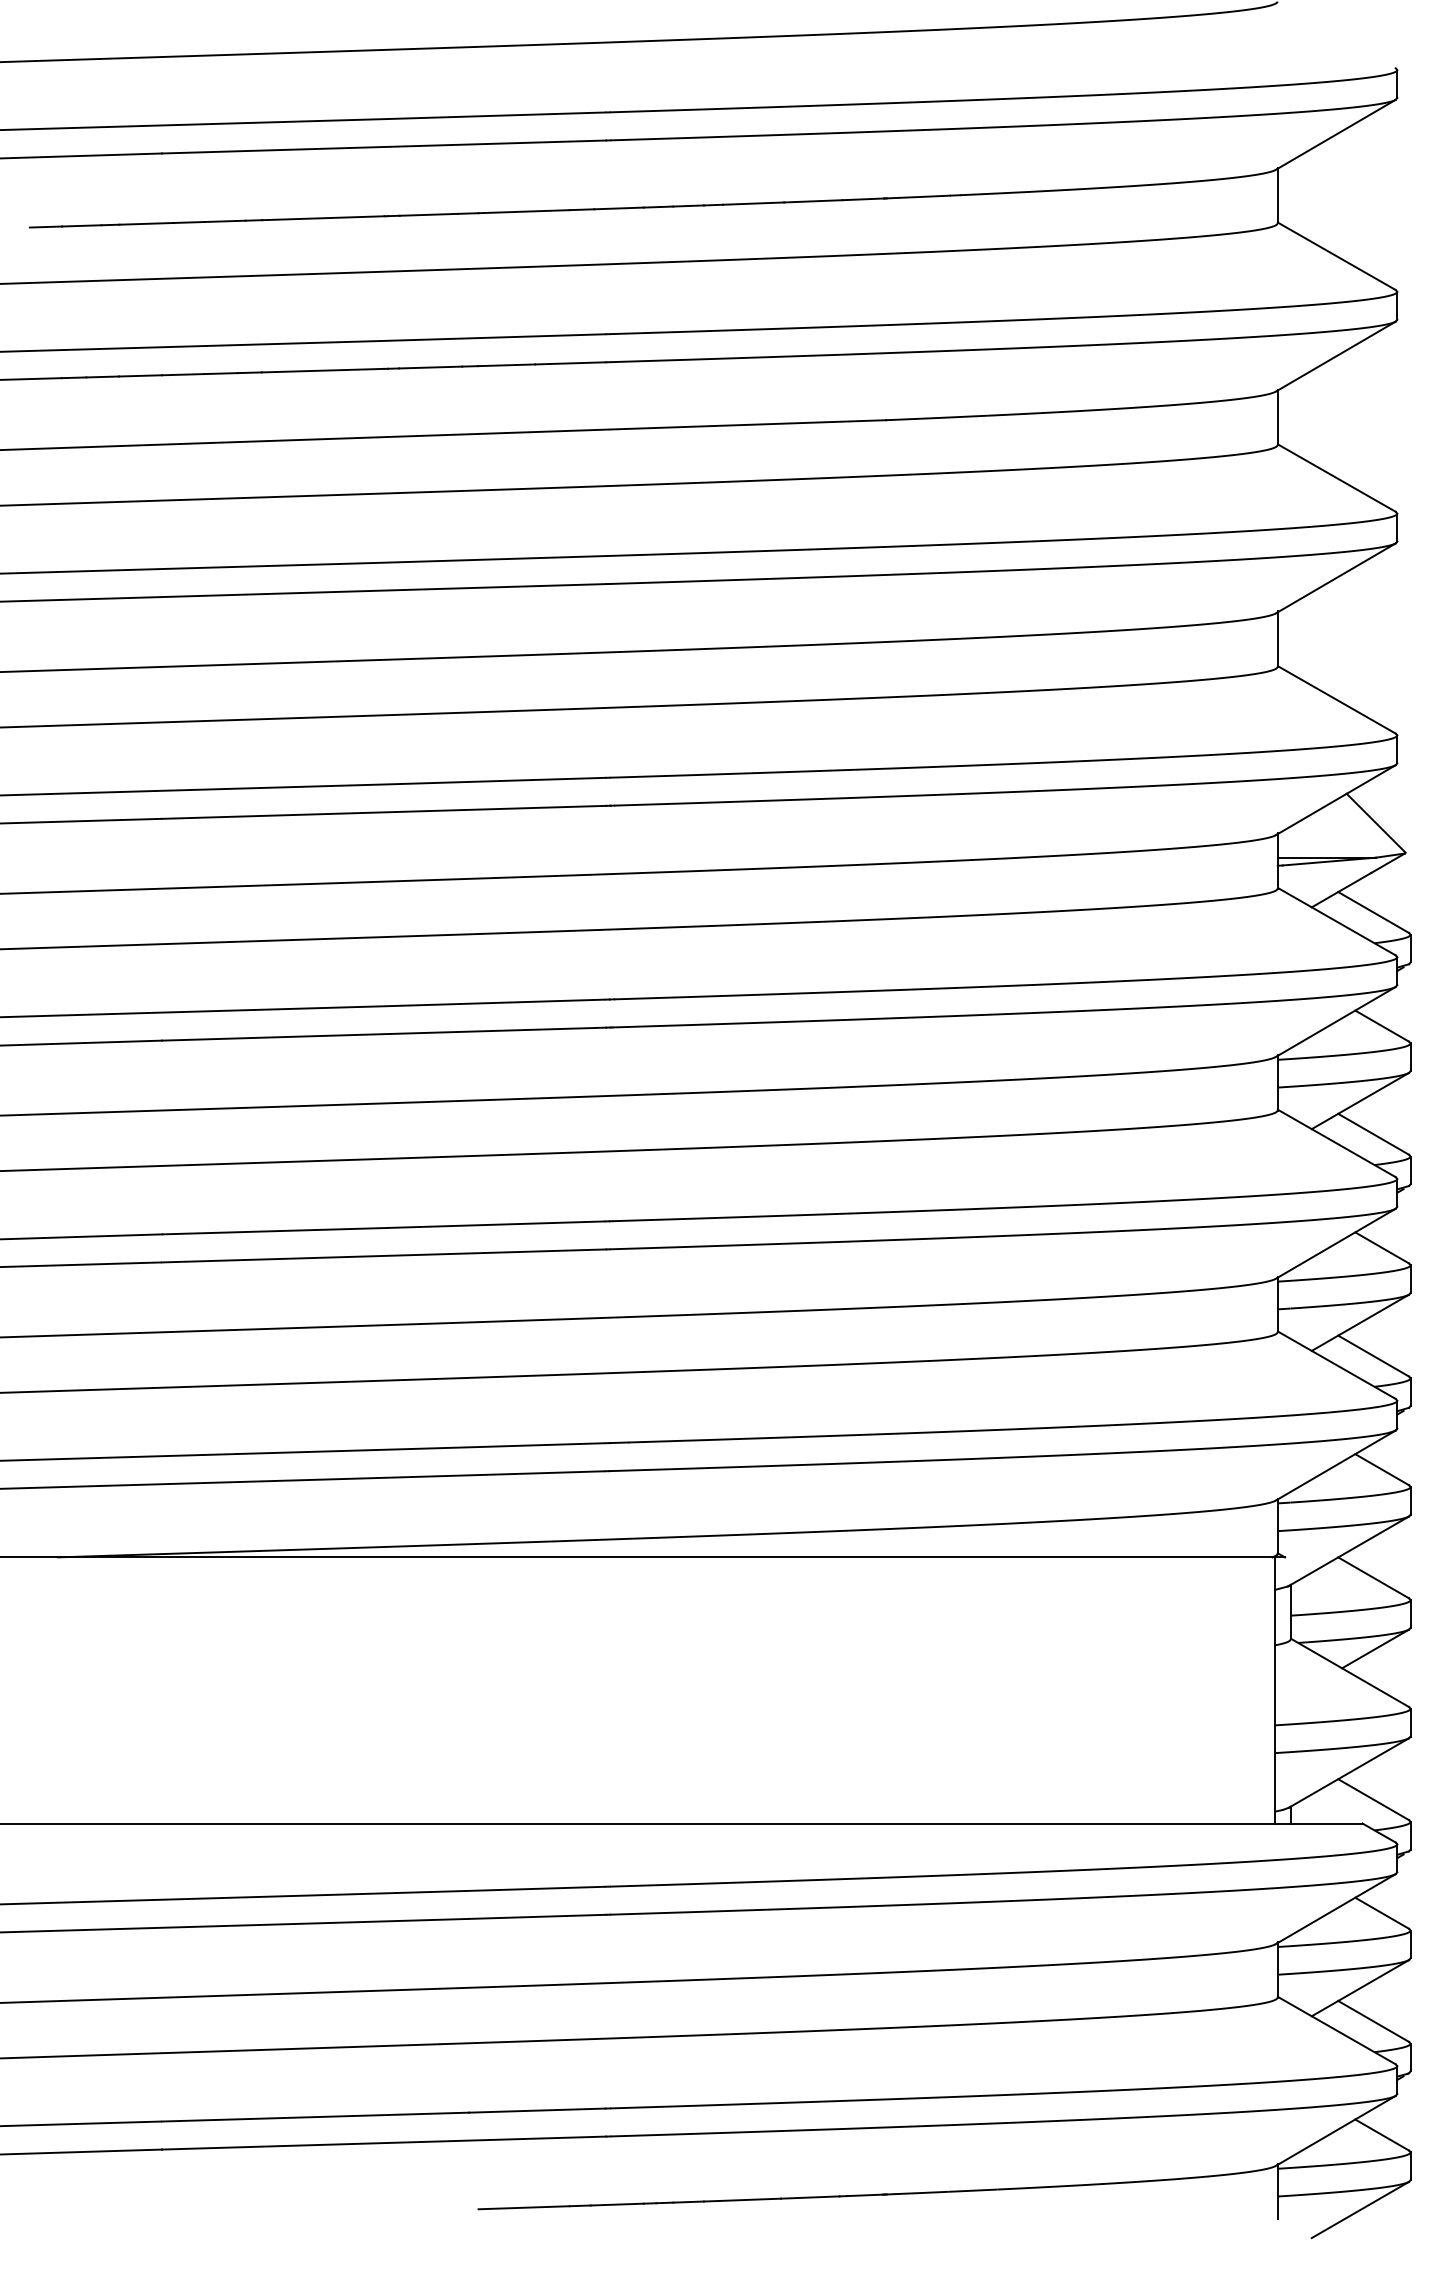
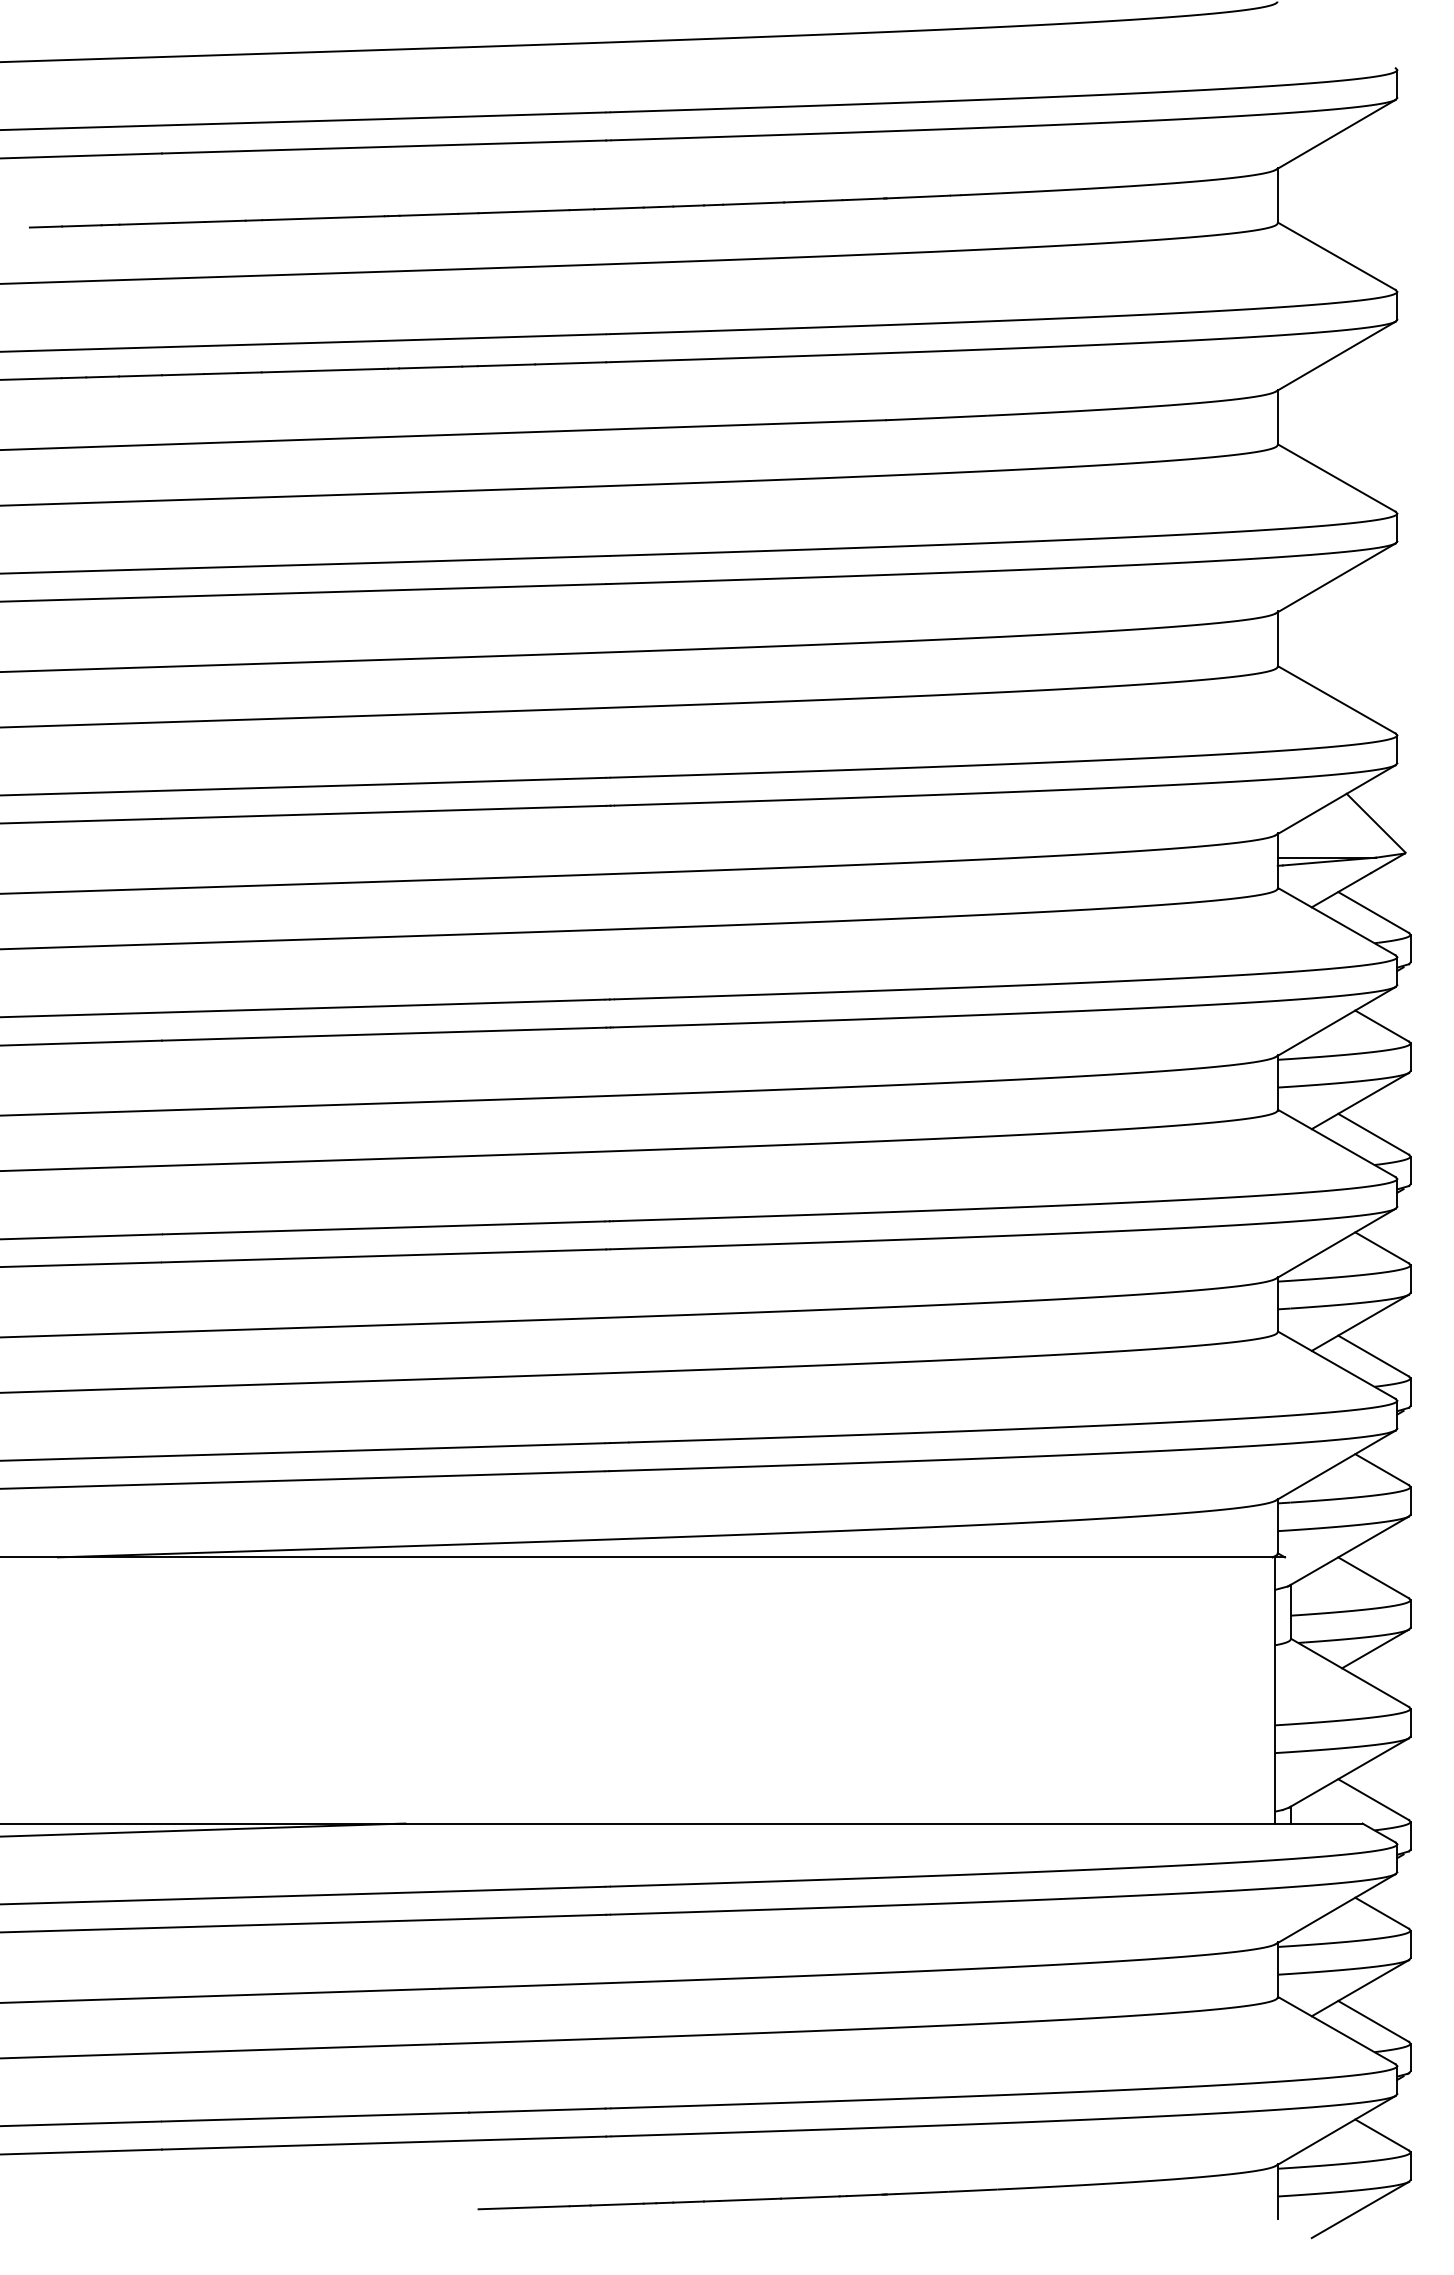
line at (203, 1829): none -> present
